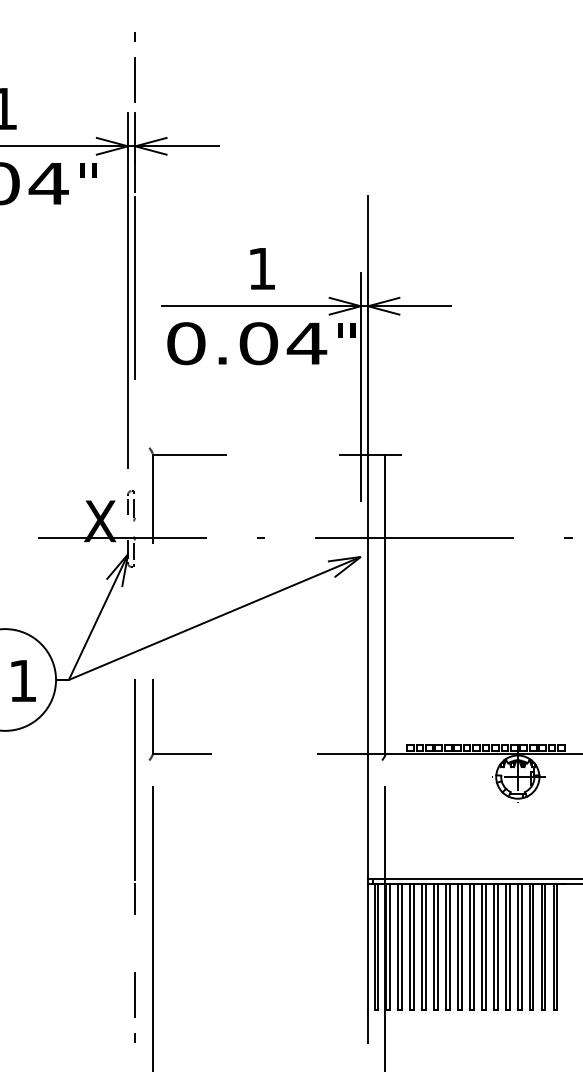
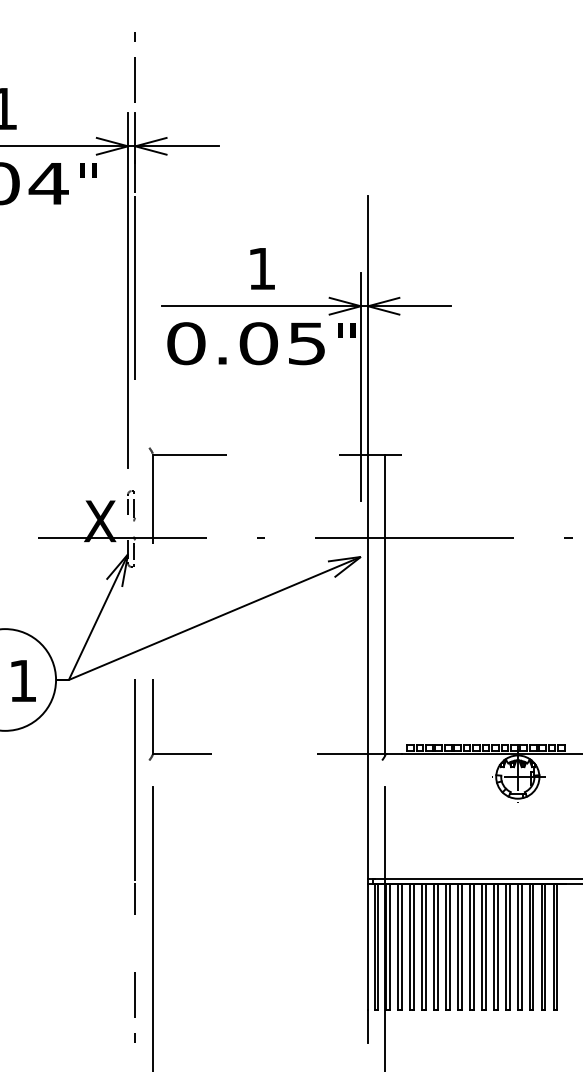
text at (306, 343): 0.04 -> 0.05
